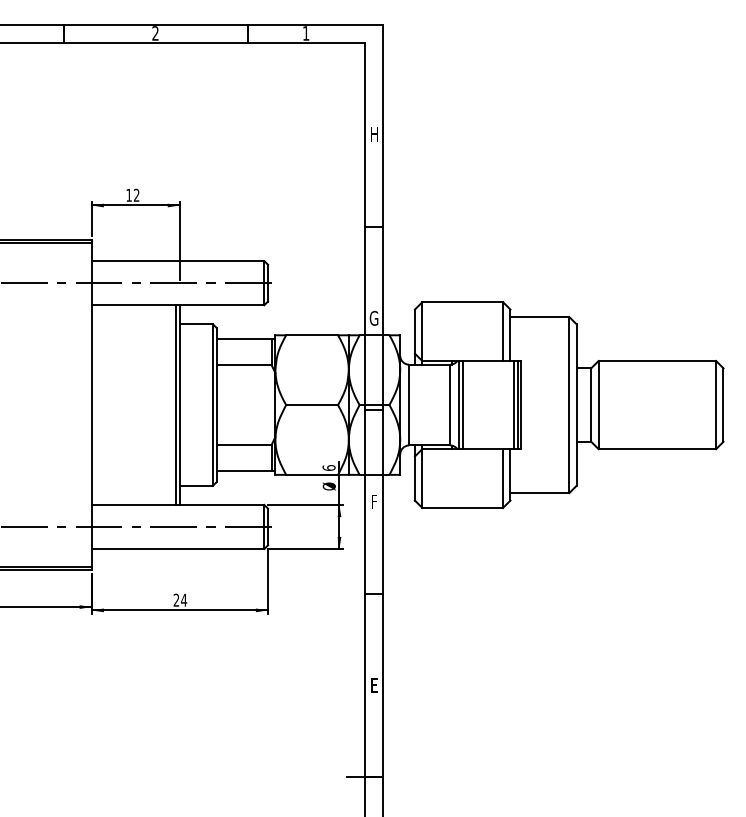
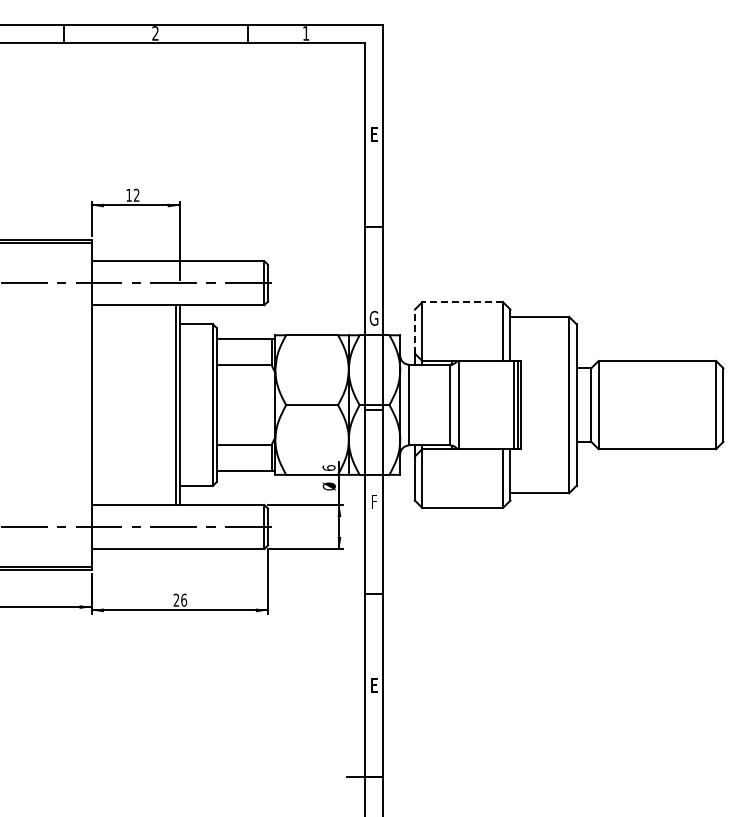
text at (374, 134): H -> E
line at (462, 302): solid -> dashed
line at (414, 331): solid -> dashed
line at (462, 405): present -> none
text at (184, 599): 24 -> 26
